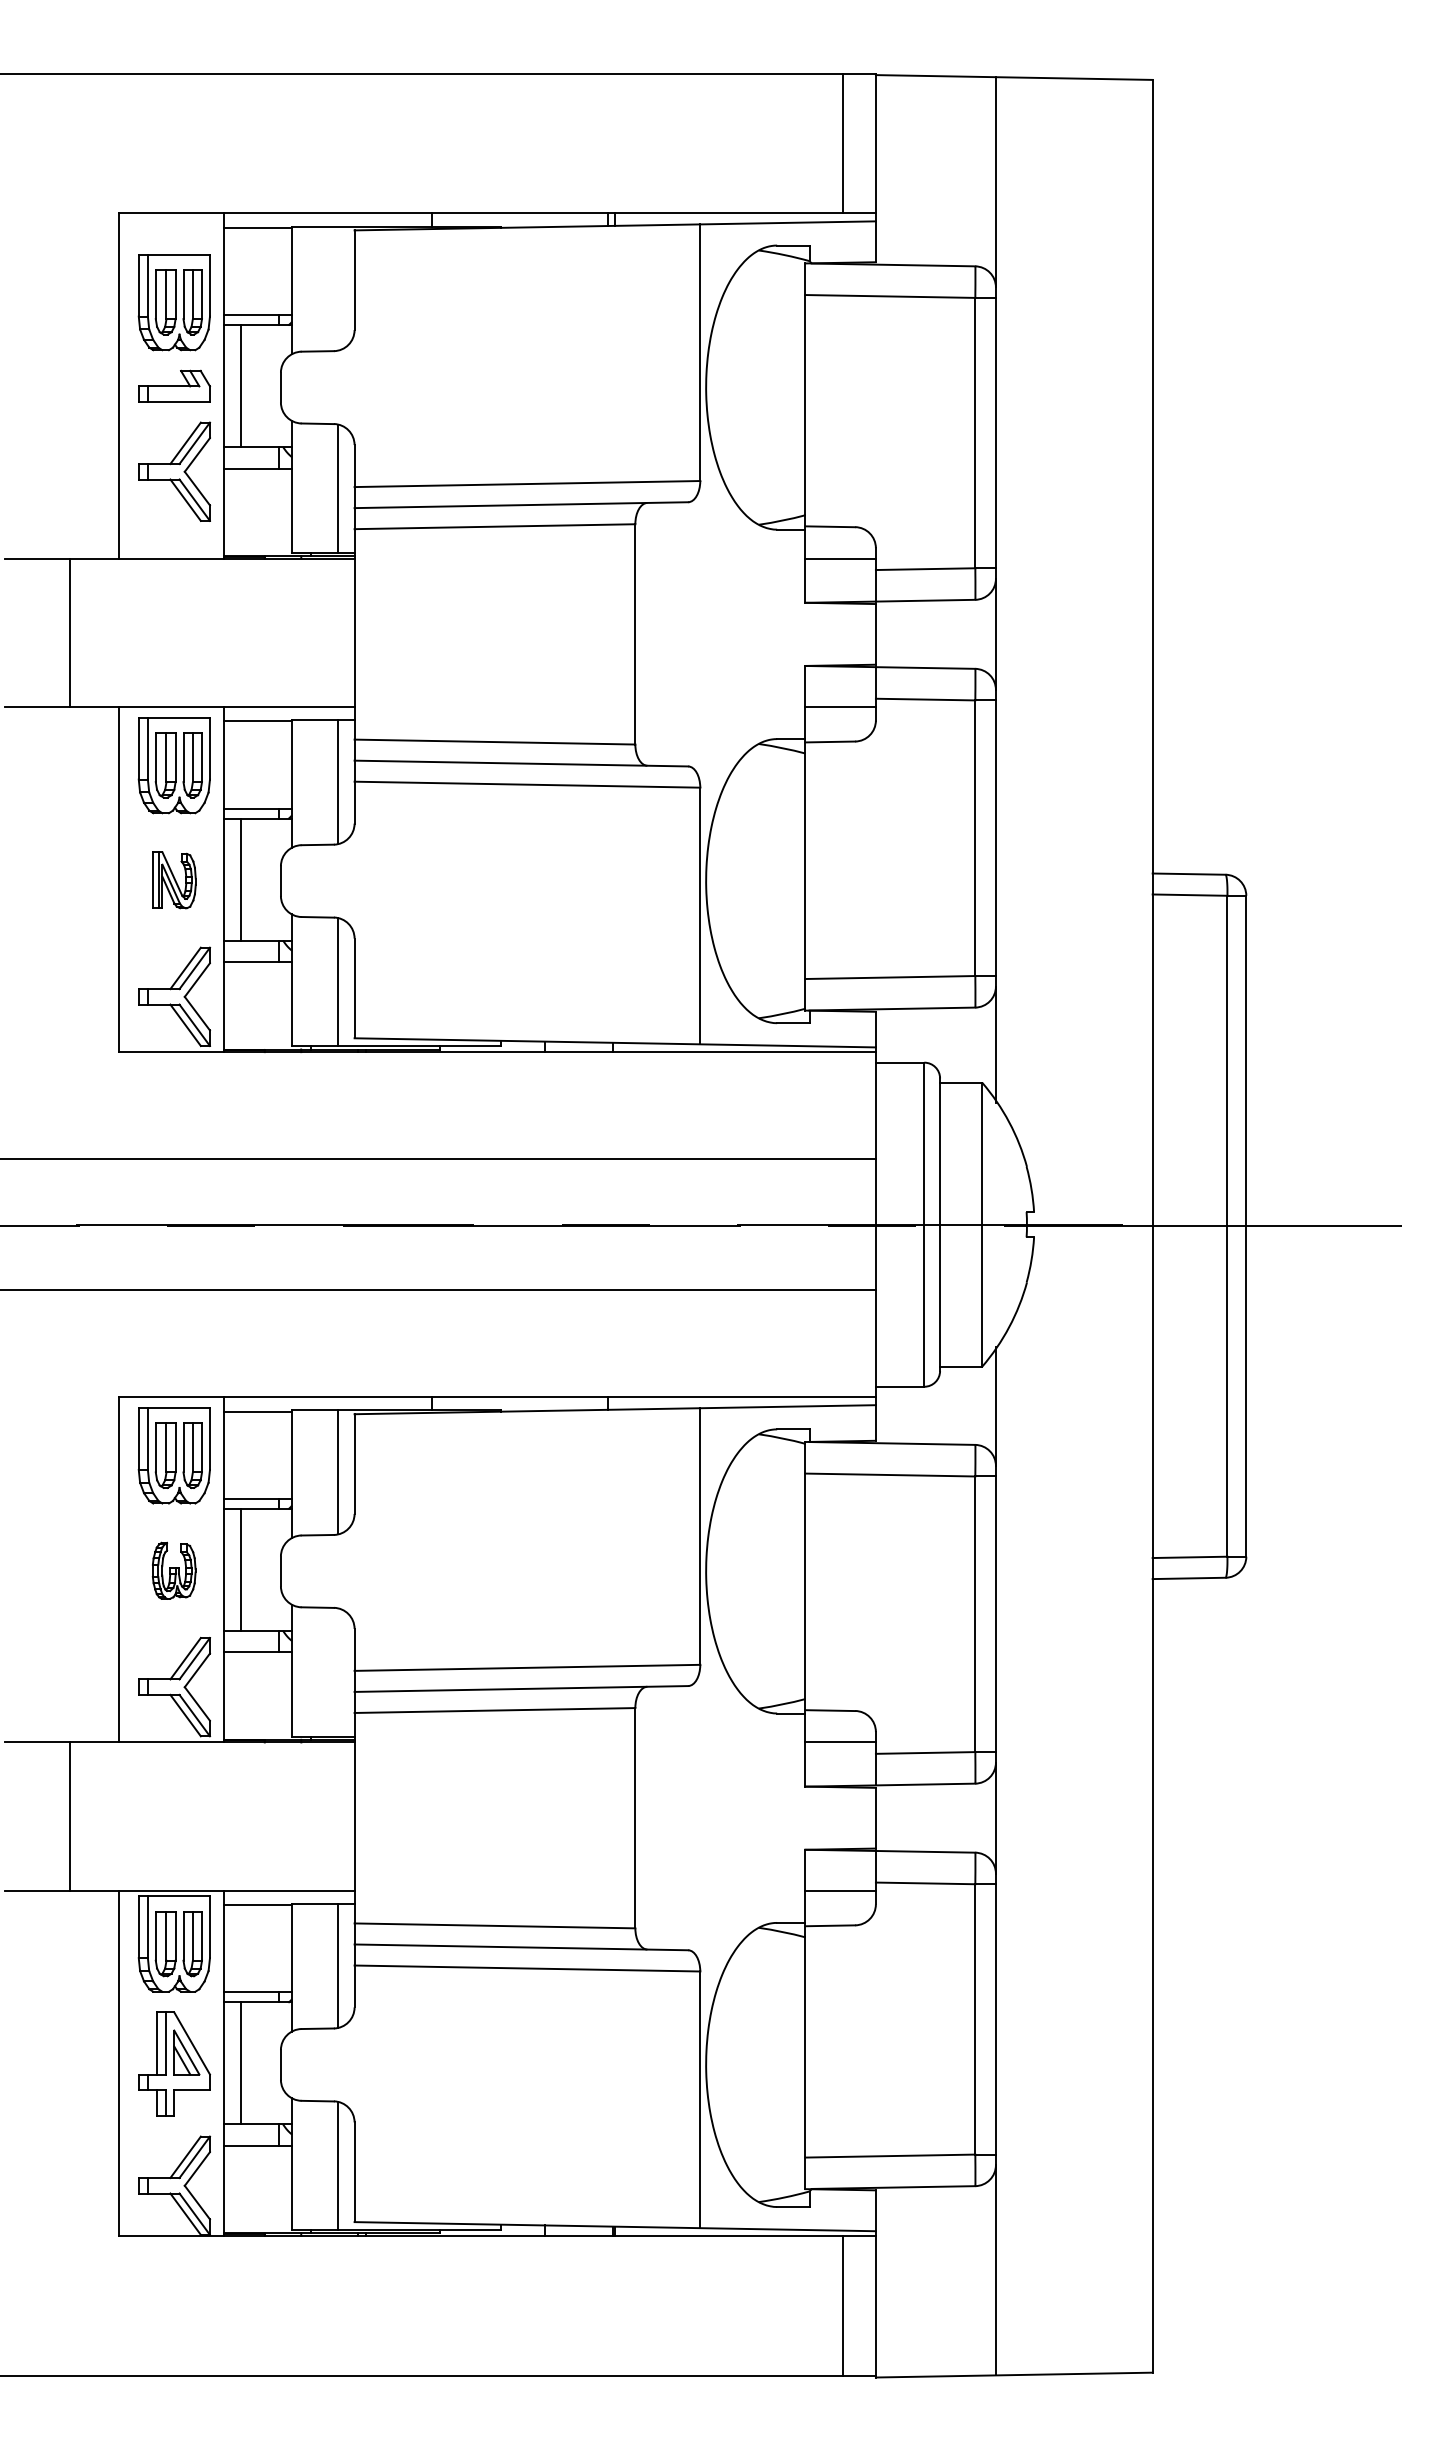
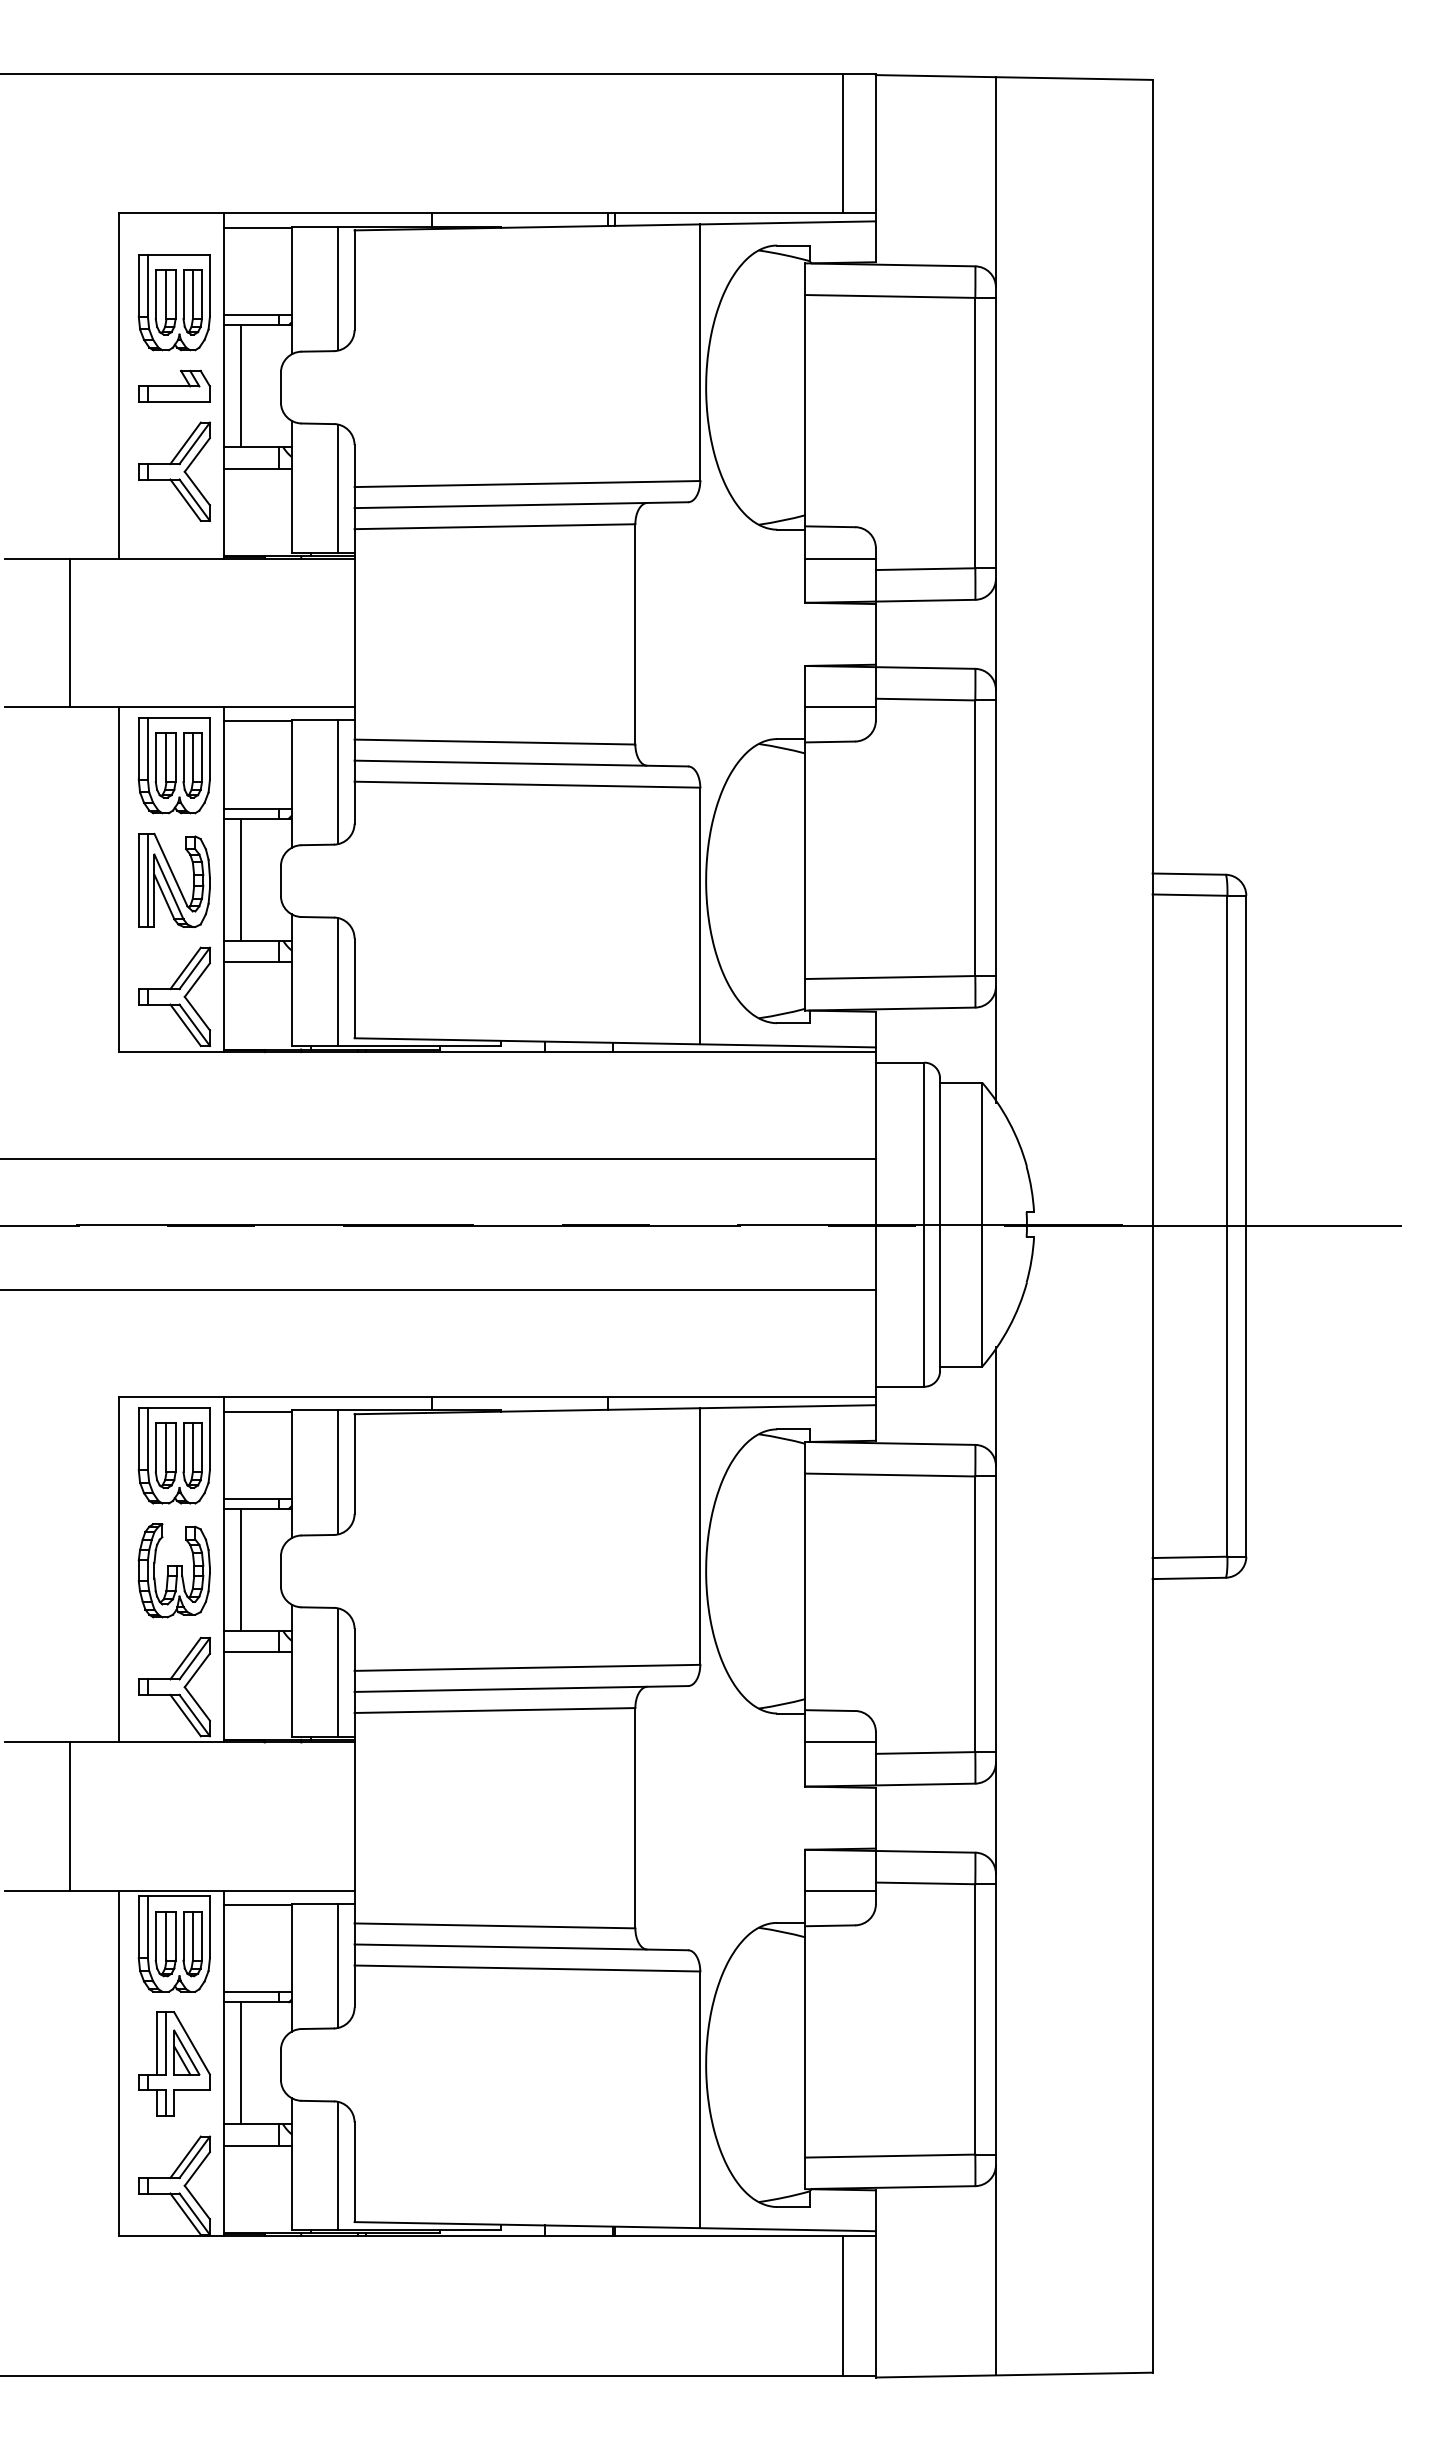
line at (337, 288): none -> present
part at (174, 880) size: 45x59 px -> 73x96 px
part at (173, 1570) size: 46x59 px -> 74x96 px
line at (337, 1672): none -> present
